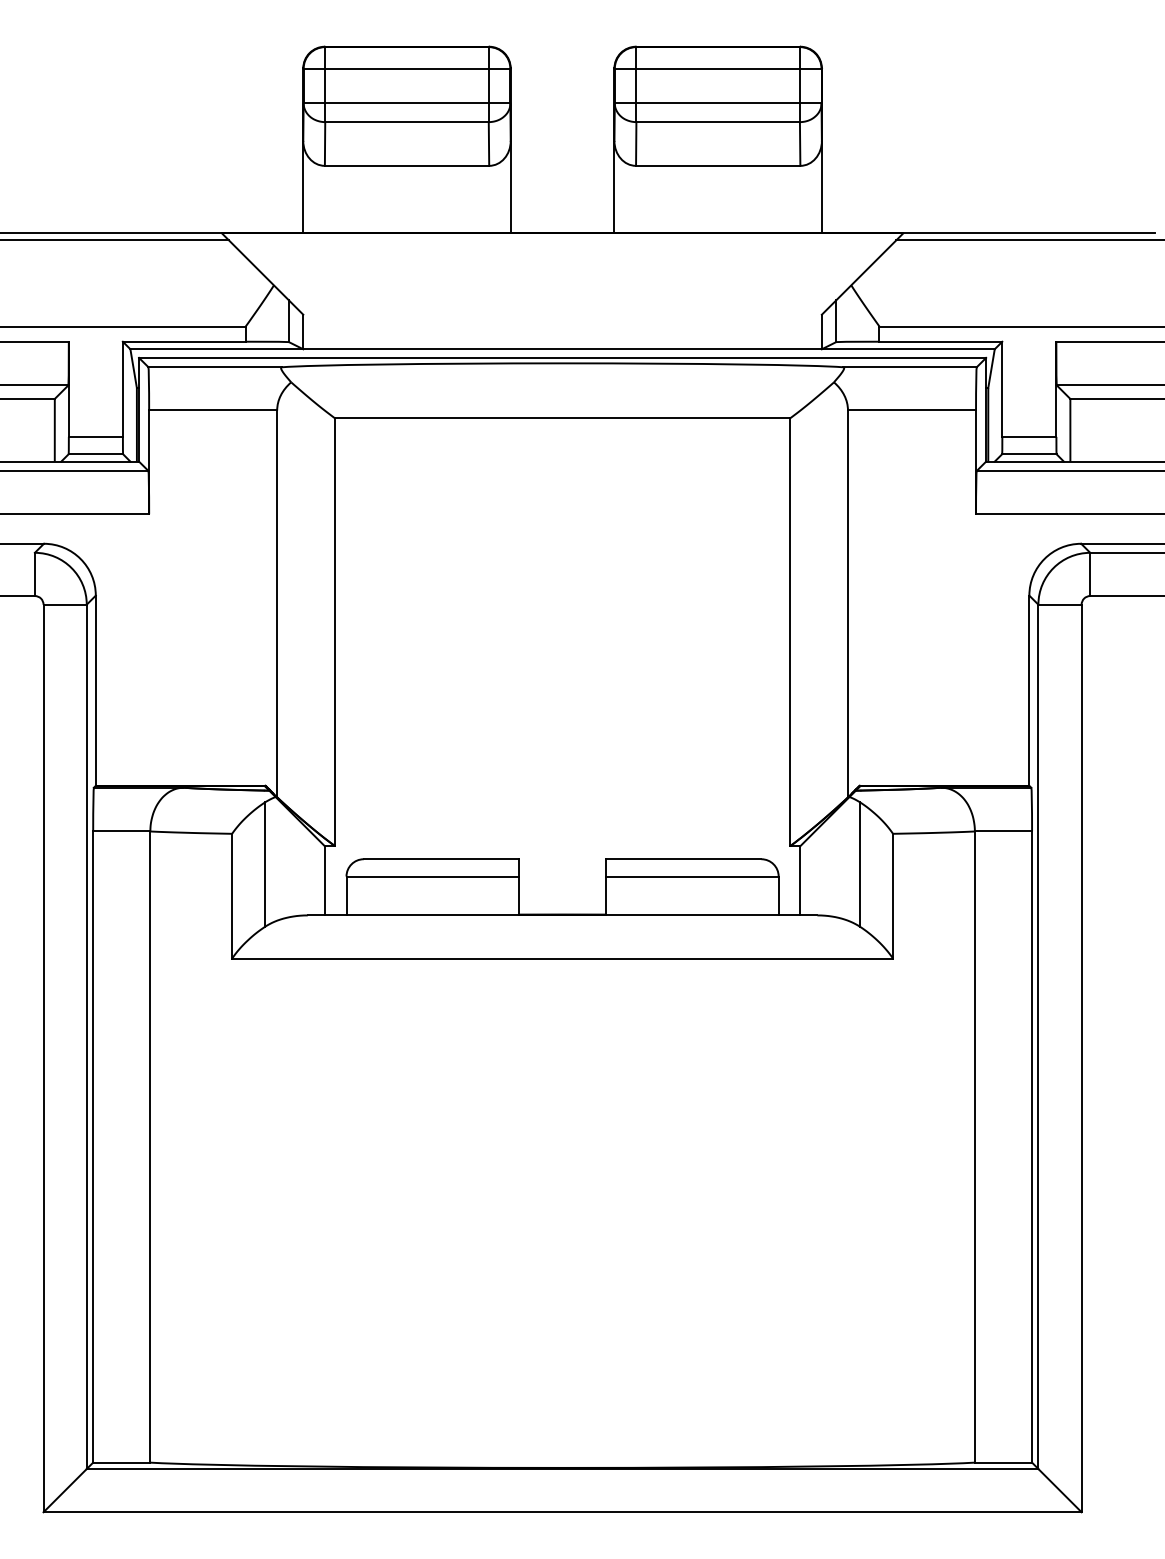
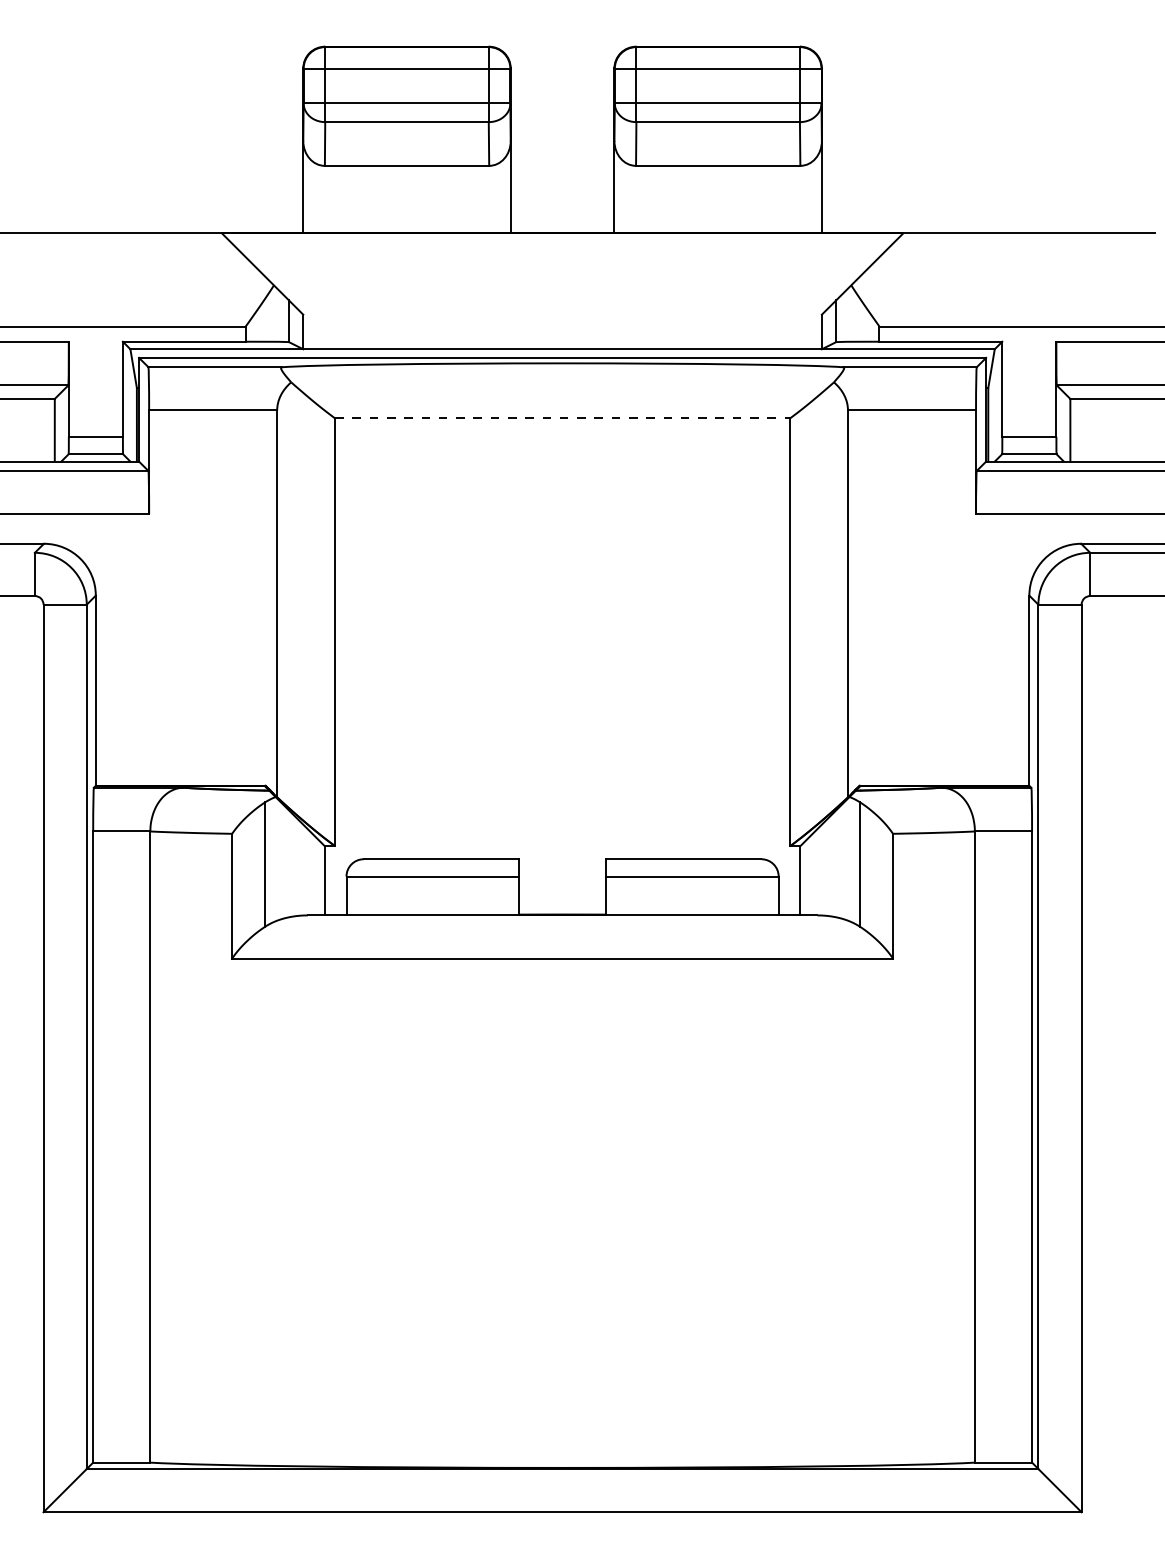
line at (115, 240): present -> none
line at (1028, 240): present -> none
line at (563, 418): solid -> dashed
